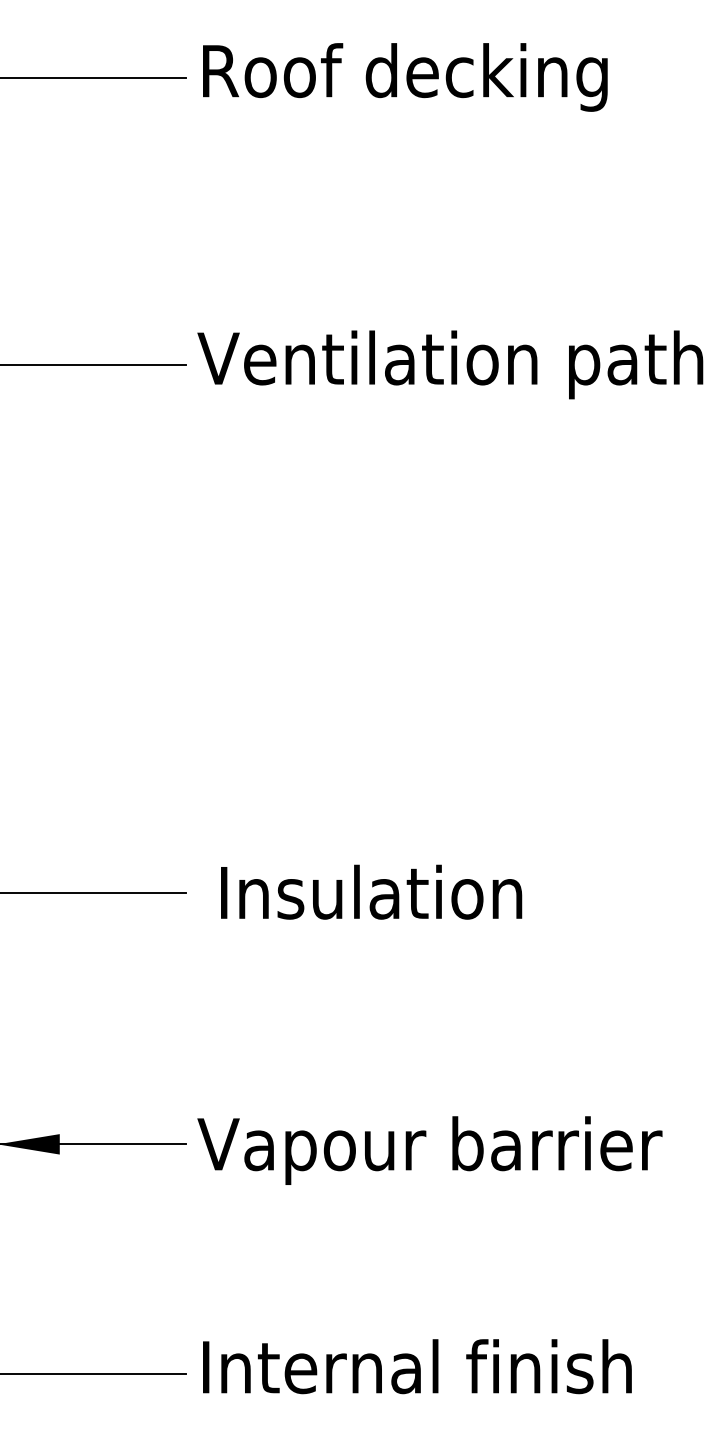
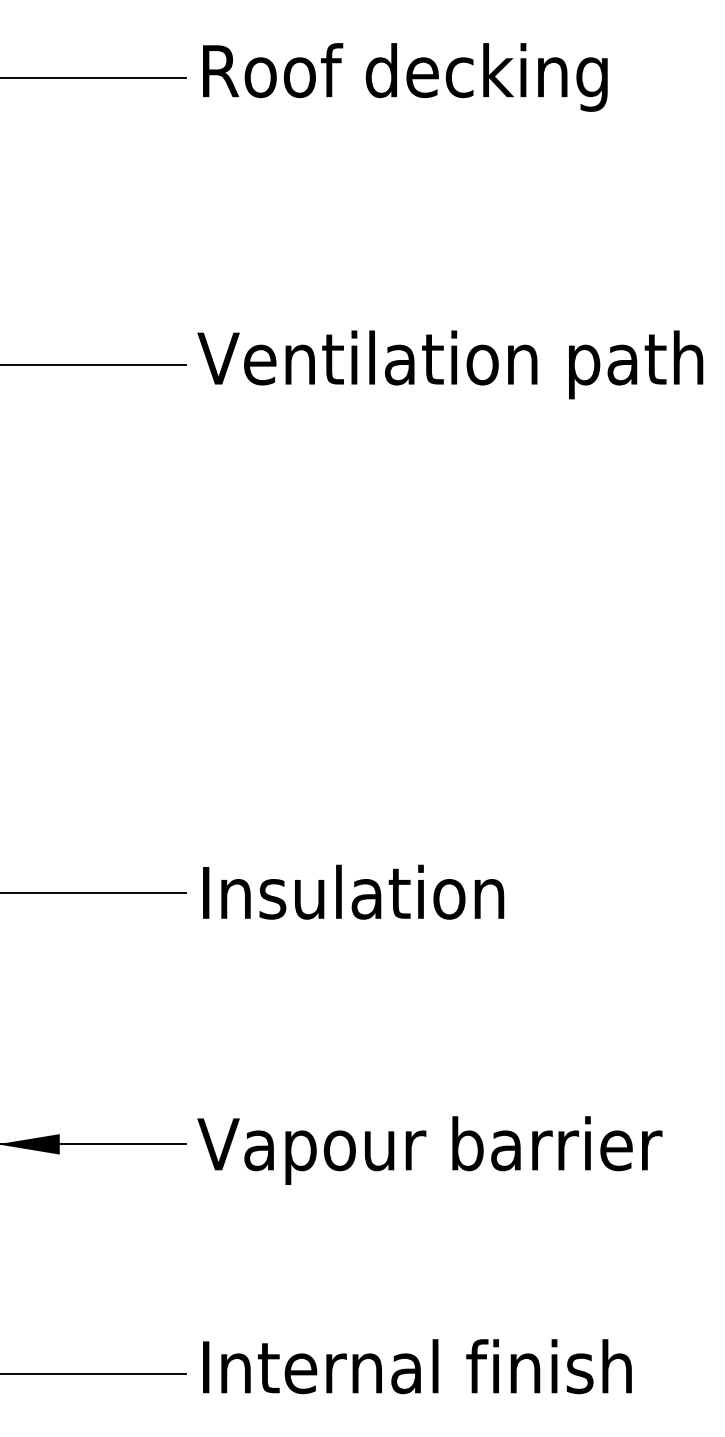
text at (371, 891) position: (371, 891) -> (353, 891)
